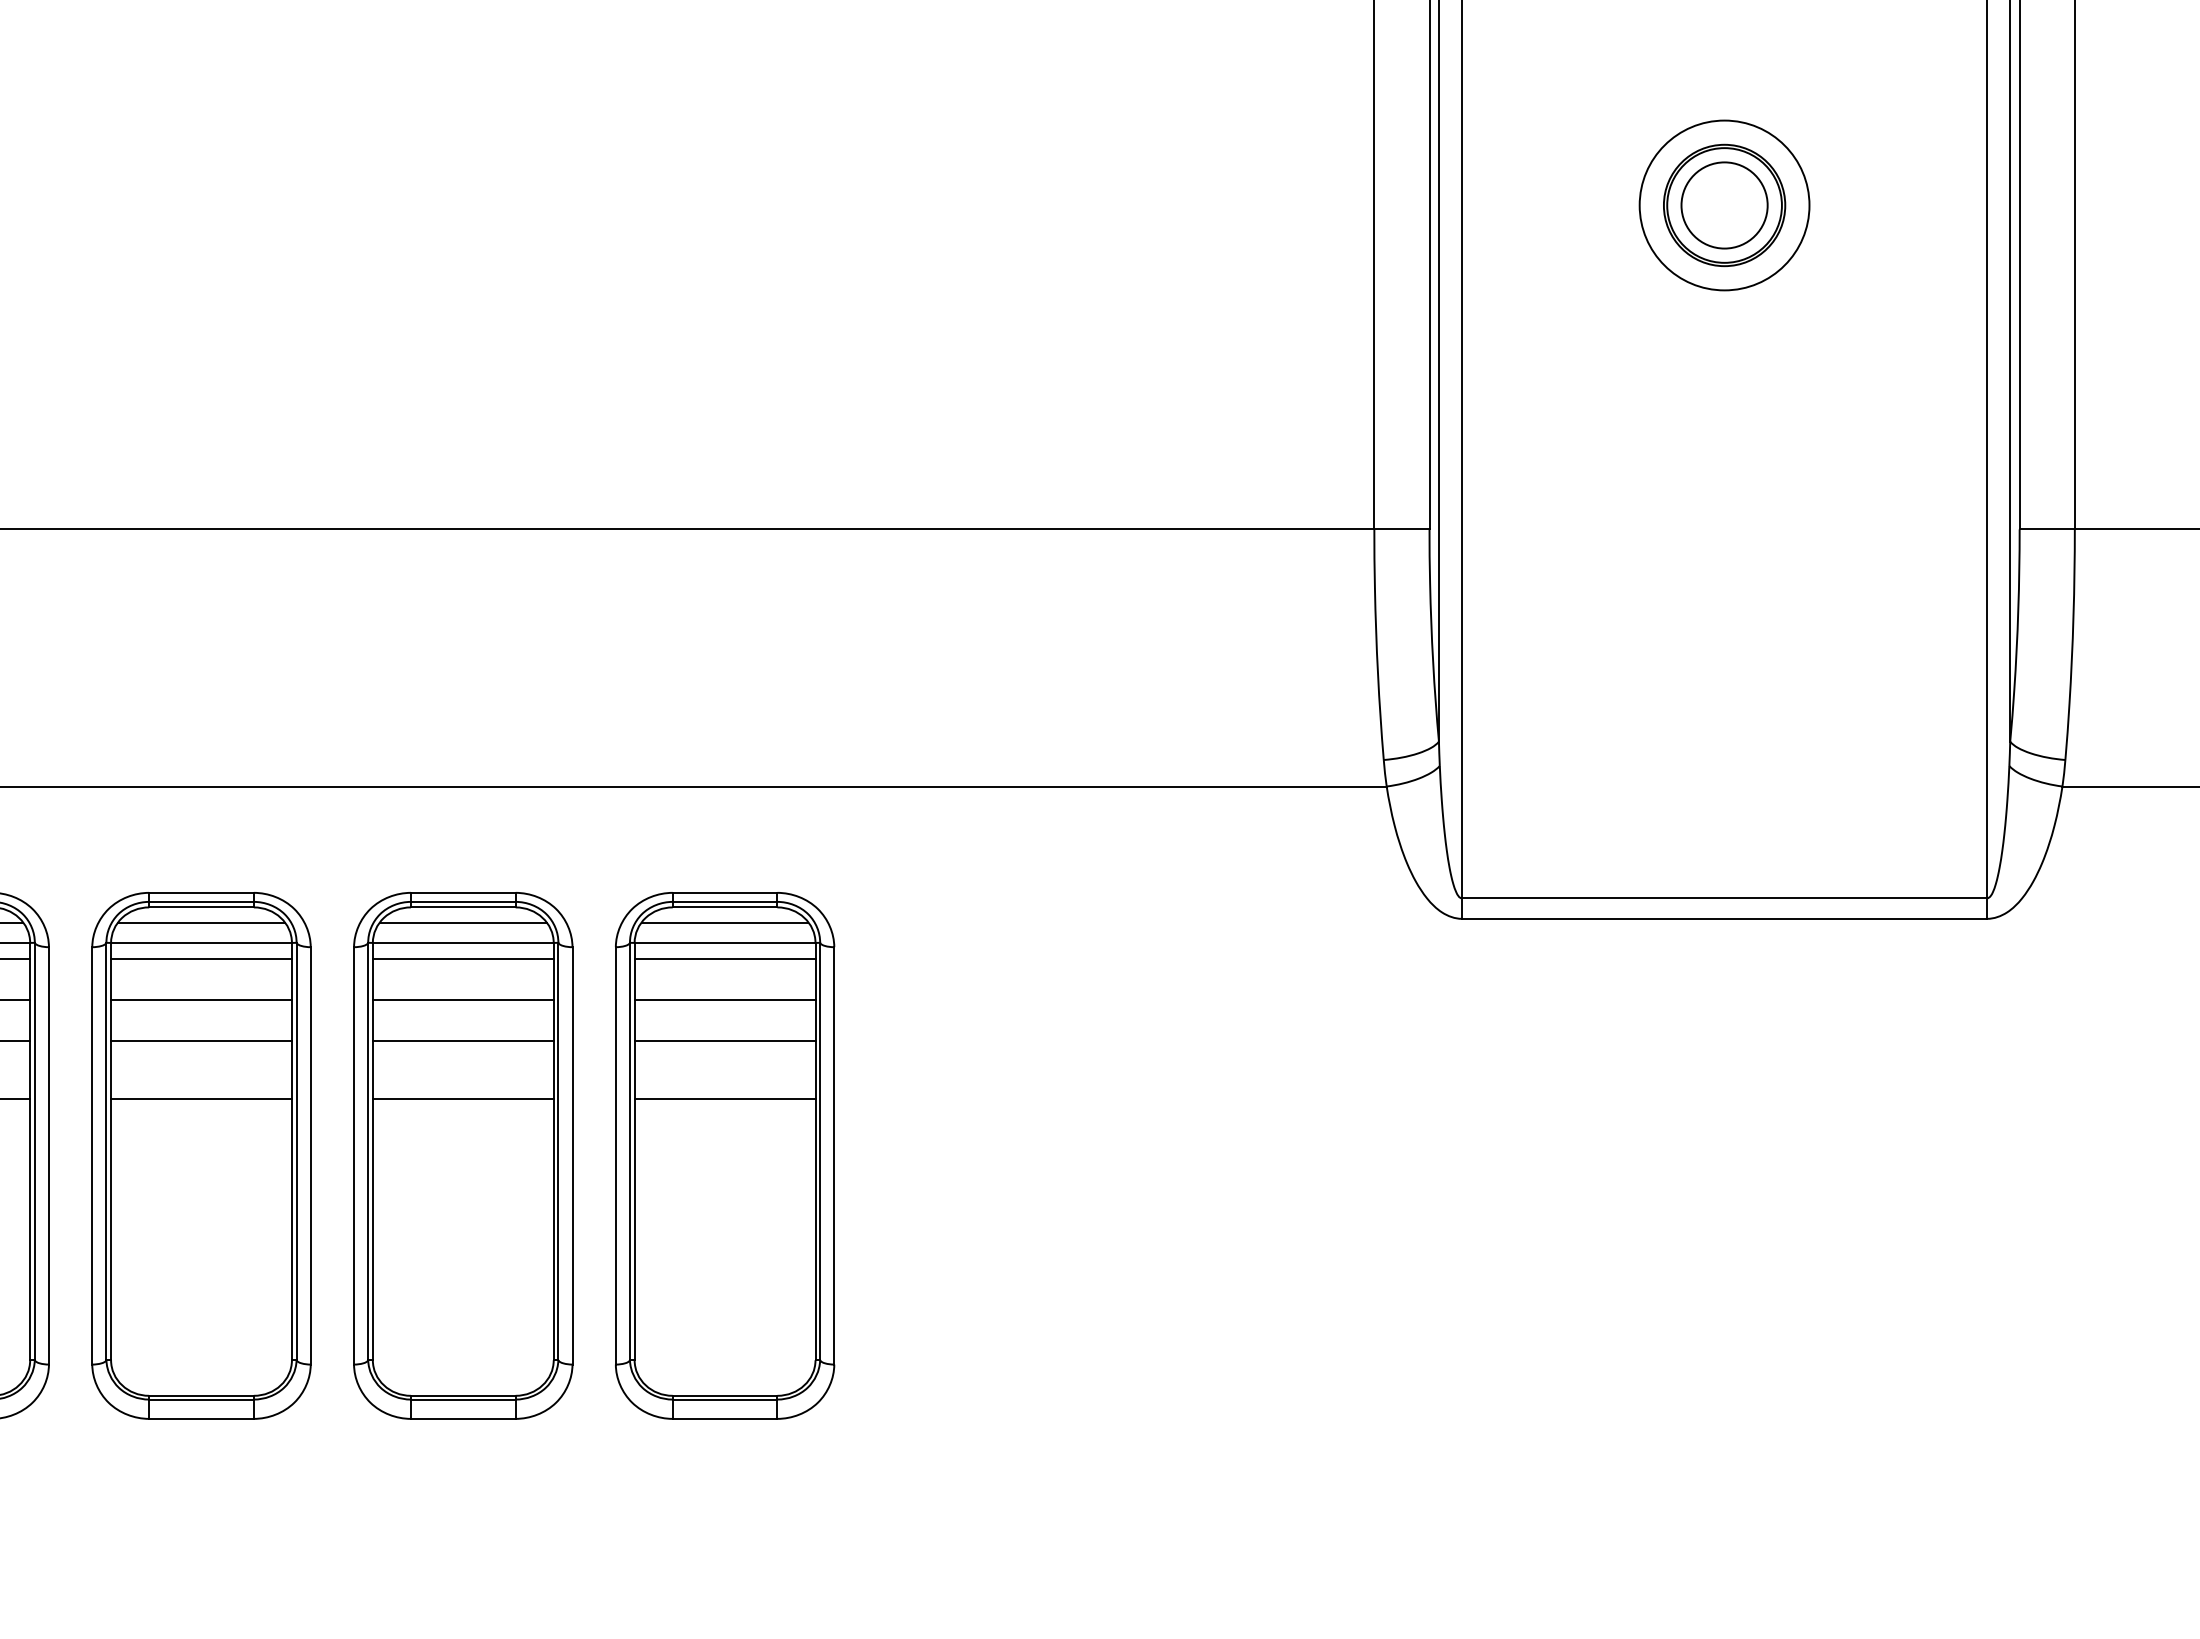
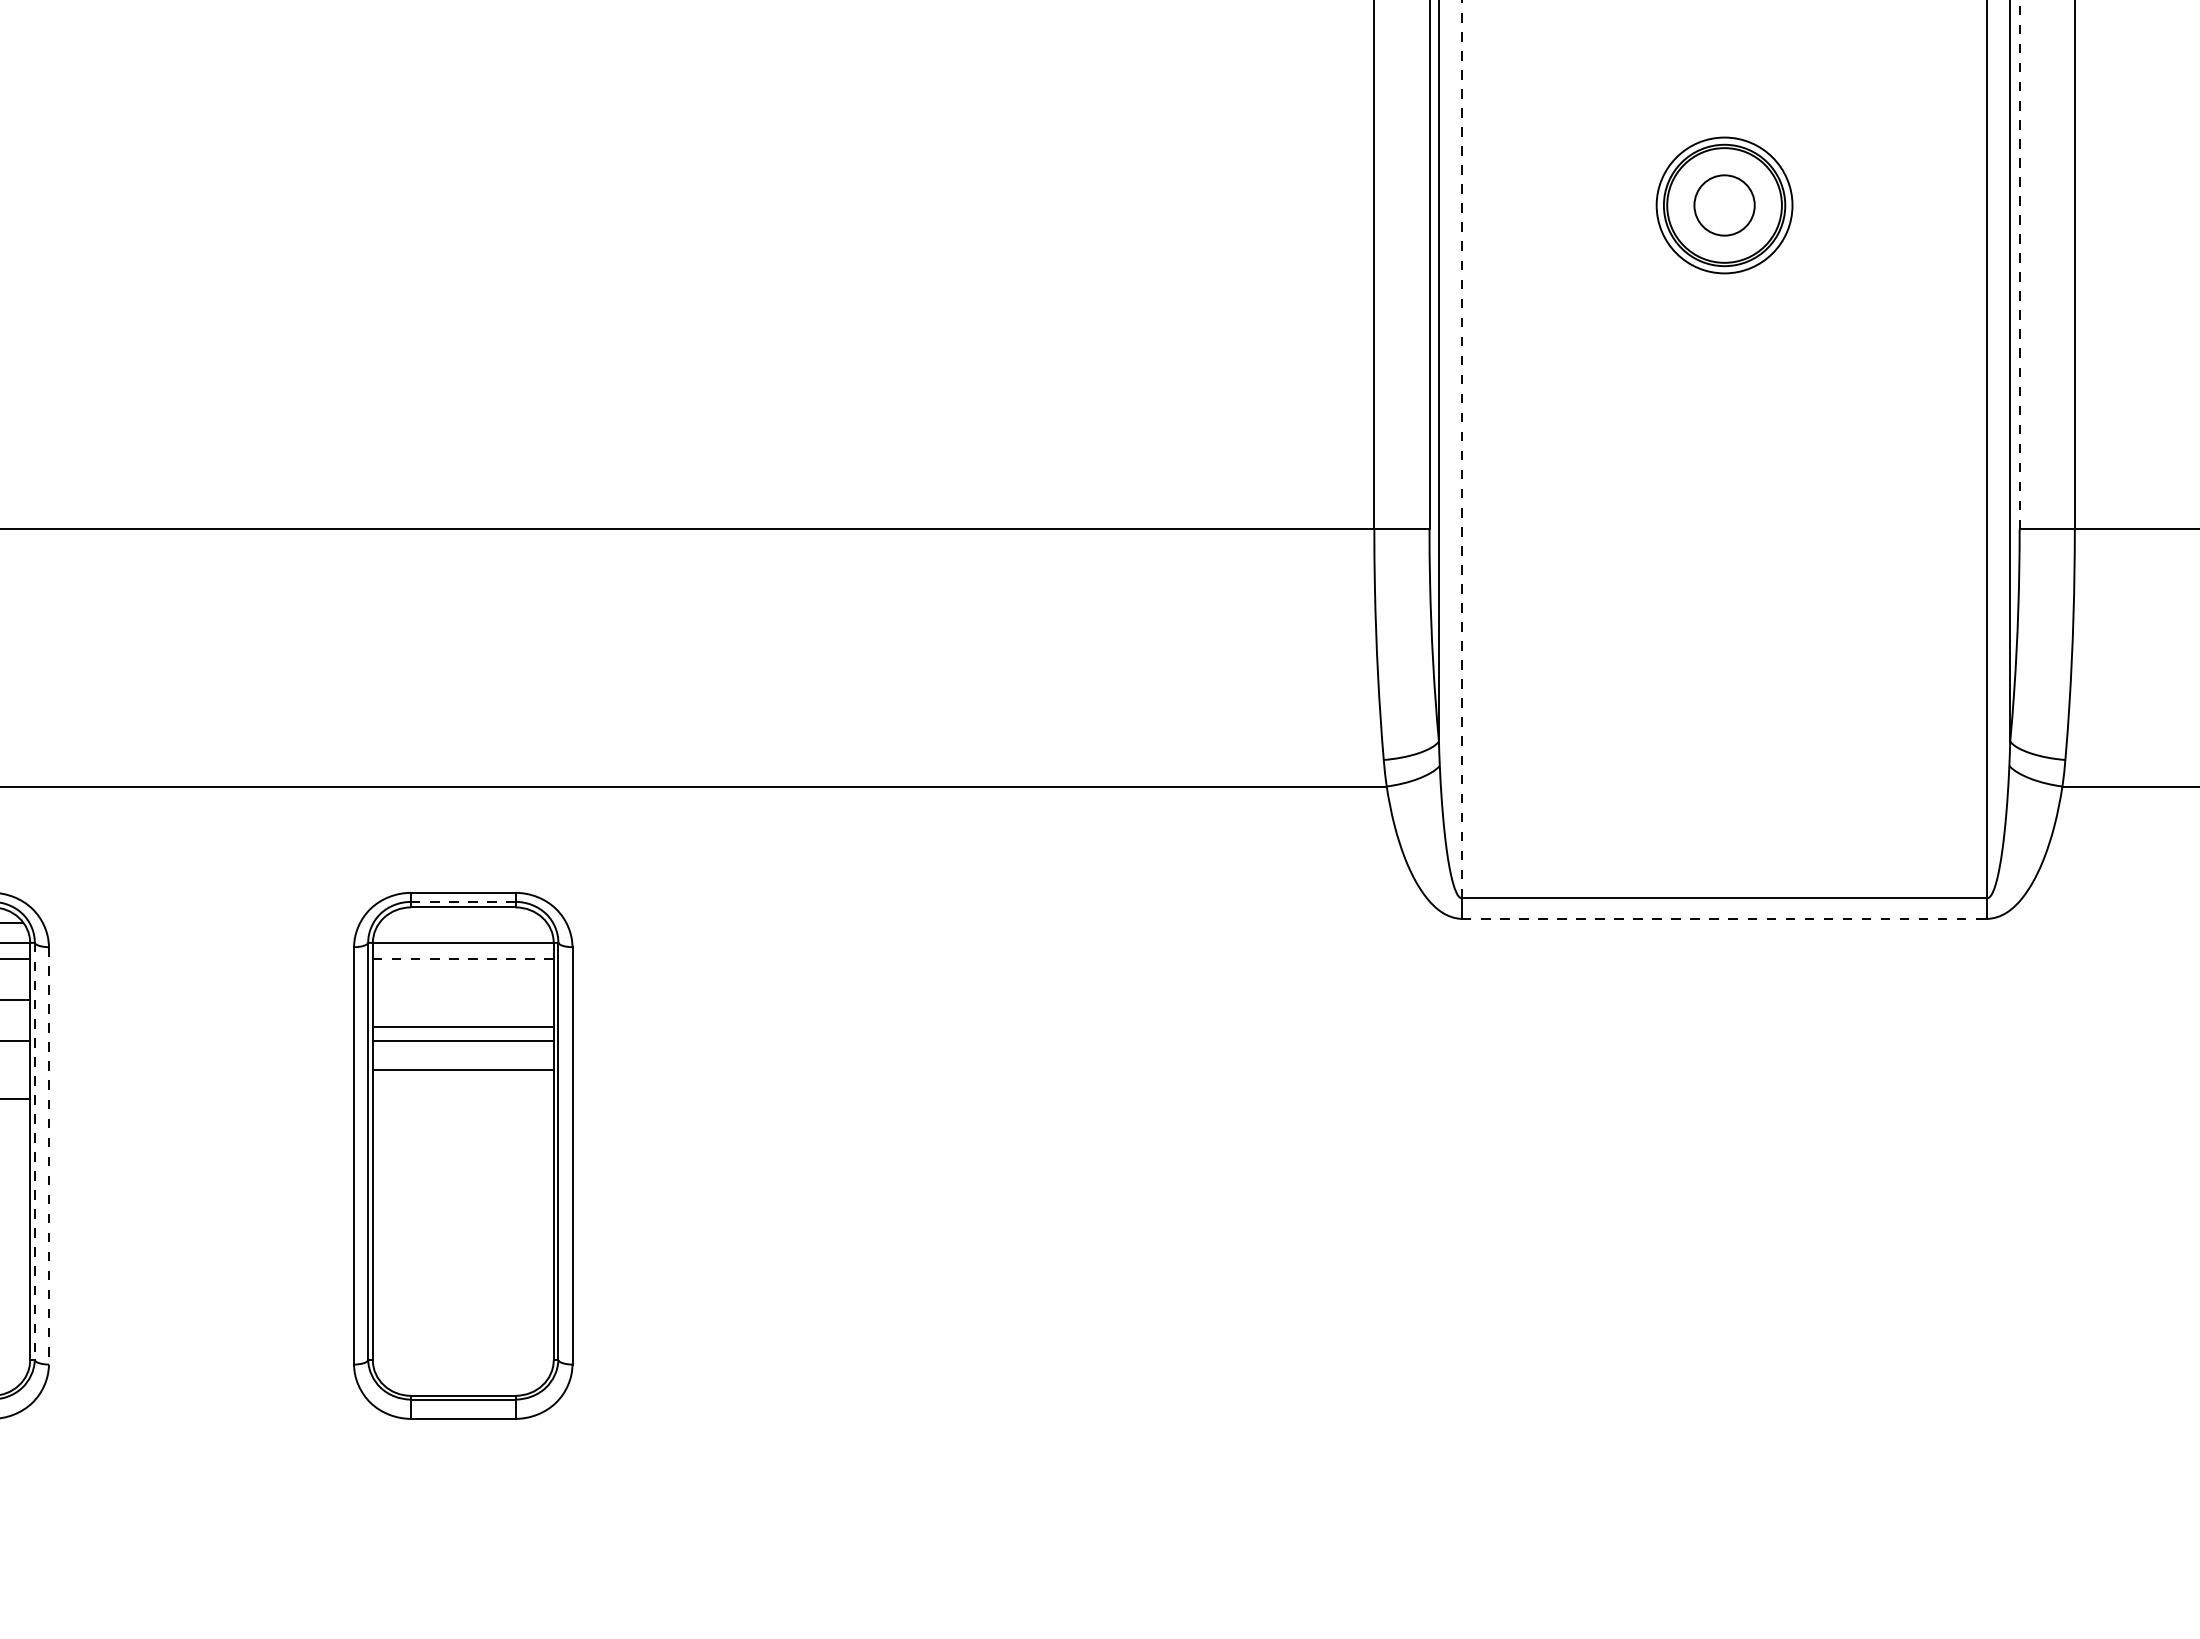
circle at (1724, 205) diameter: 170 px -> 136 px
circle at (1724, 205) diameter: 86 px -> 60 px
line at (2019, 264): solid -> dashed
line at (1461, 449): solid -> dashed
line at (463, 901): solid -> dashed
line at (1724, 918): solid -> dashed
line at (462, 922): present -> none
line at (463, 958): solid -> dashed
line at (462, 999) position: (462, 999) -> (462, 1026)
line at (462, 1098) position: (462, 1098) -> (462, 1069)
line at (34, 1151): solid -> dashed
line at (48, 1155): solid -> dashed
part at (201, 1155): present -> none
part at (725, 1155): present -> none
